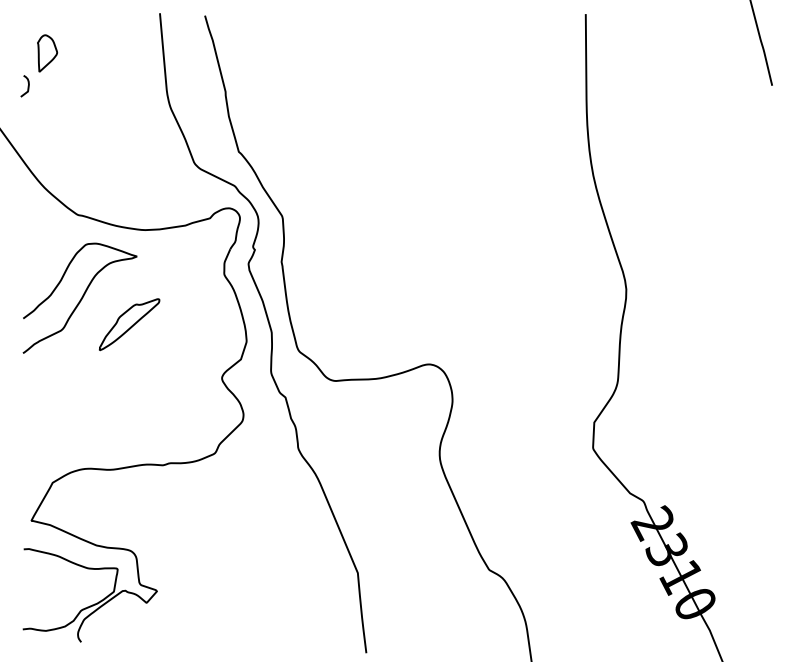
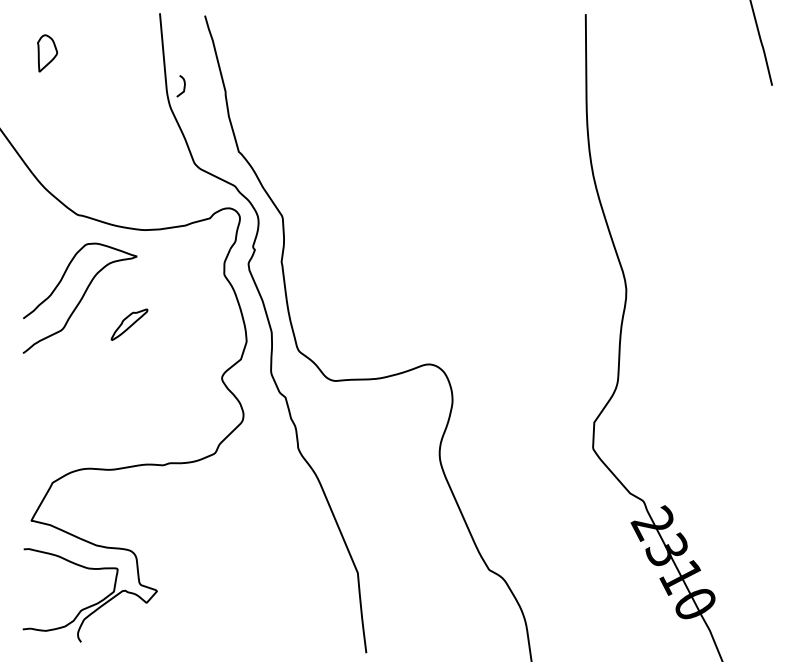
curve at (27, 86) position: (27, 86) -> (183, 86)
part at (129, 324) size: 63x54 px -> 39x33 px
